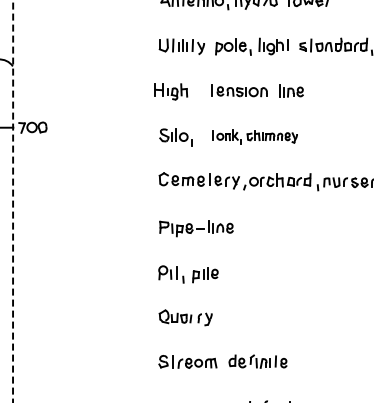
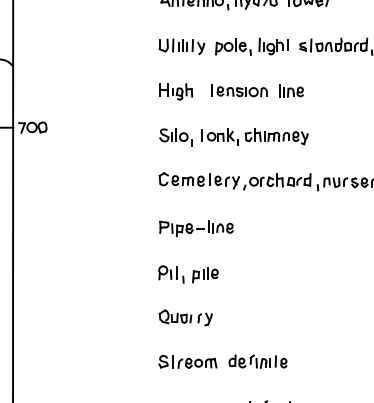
part at (171, 91) position: (171, 91) -> (176, 91)
part at (254, 136) size: 86x16 px -> 108x18 px
line at (13, 201): dashed -> solid
